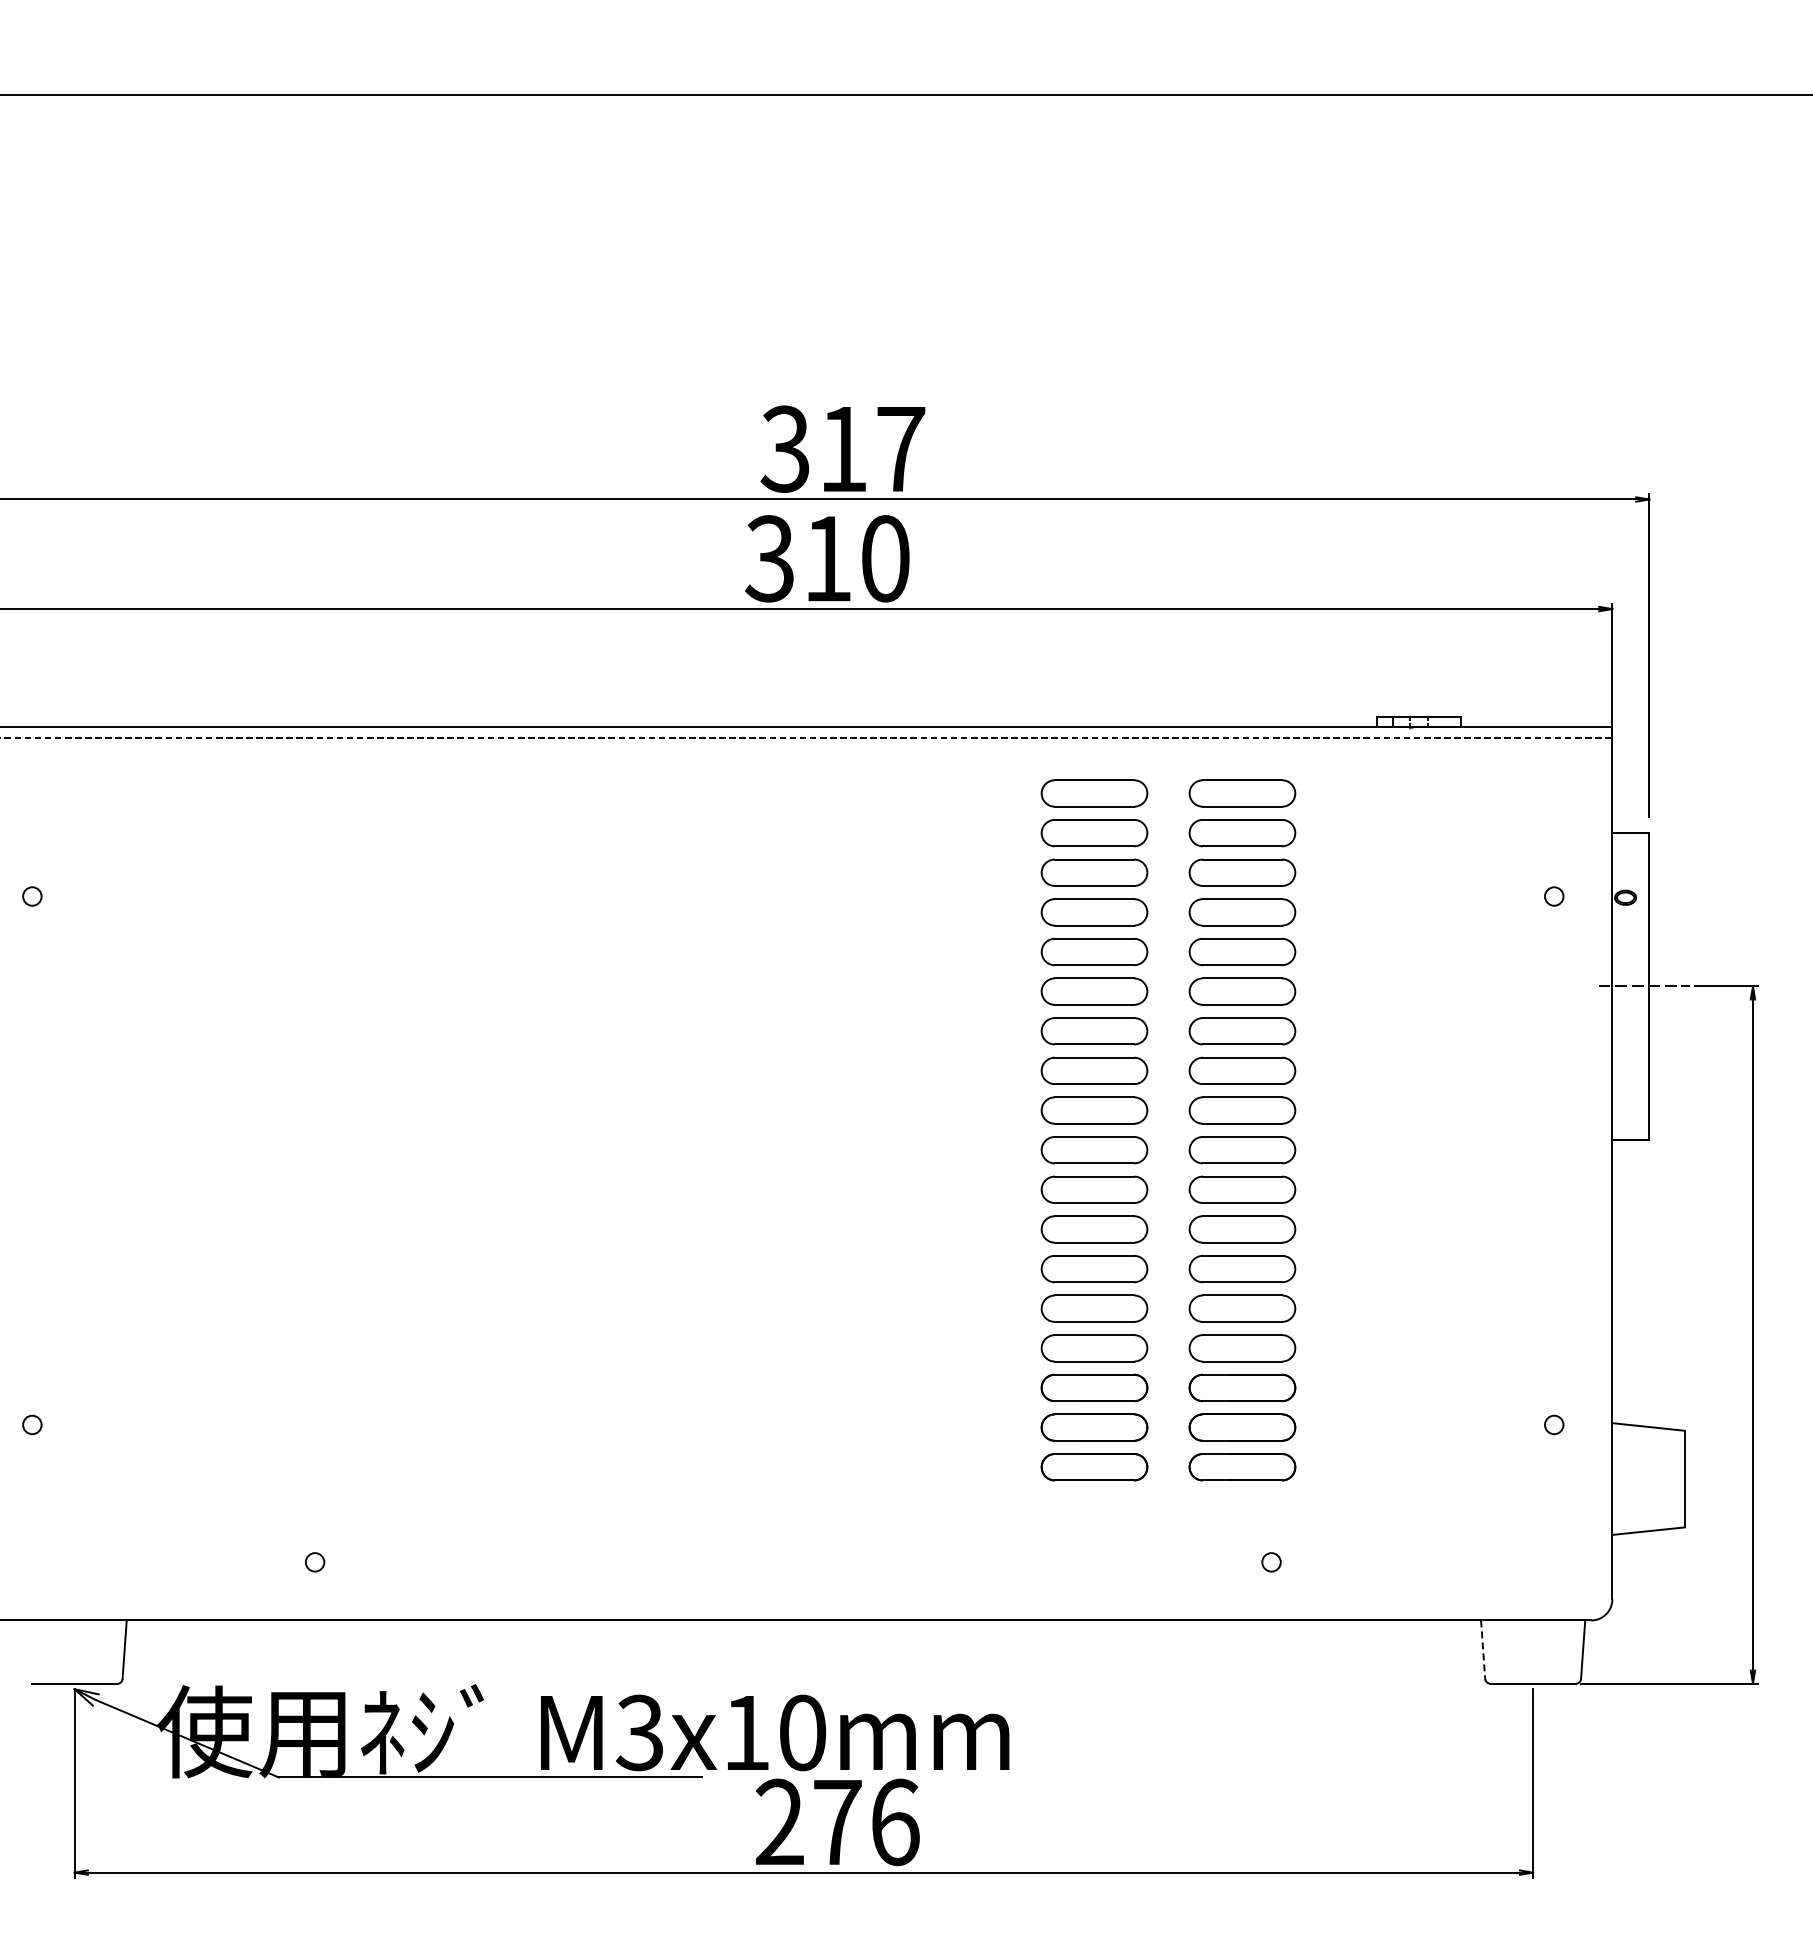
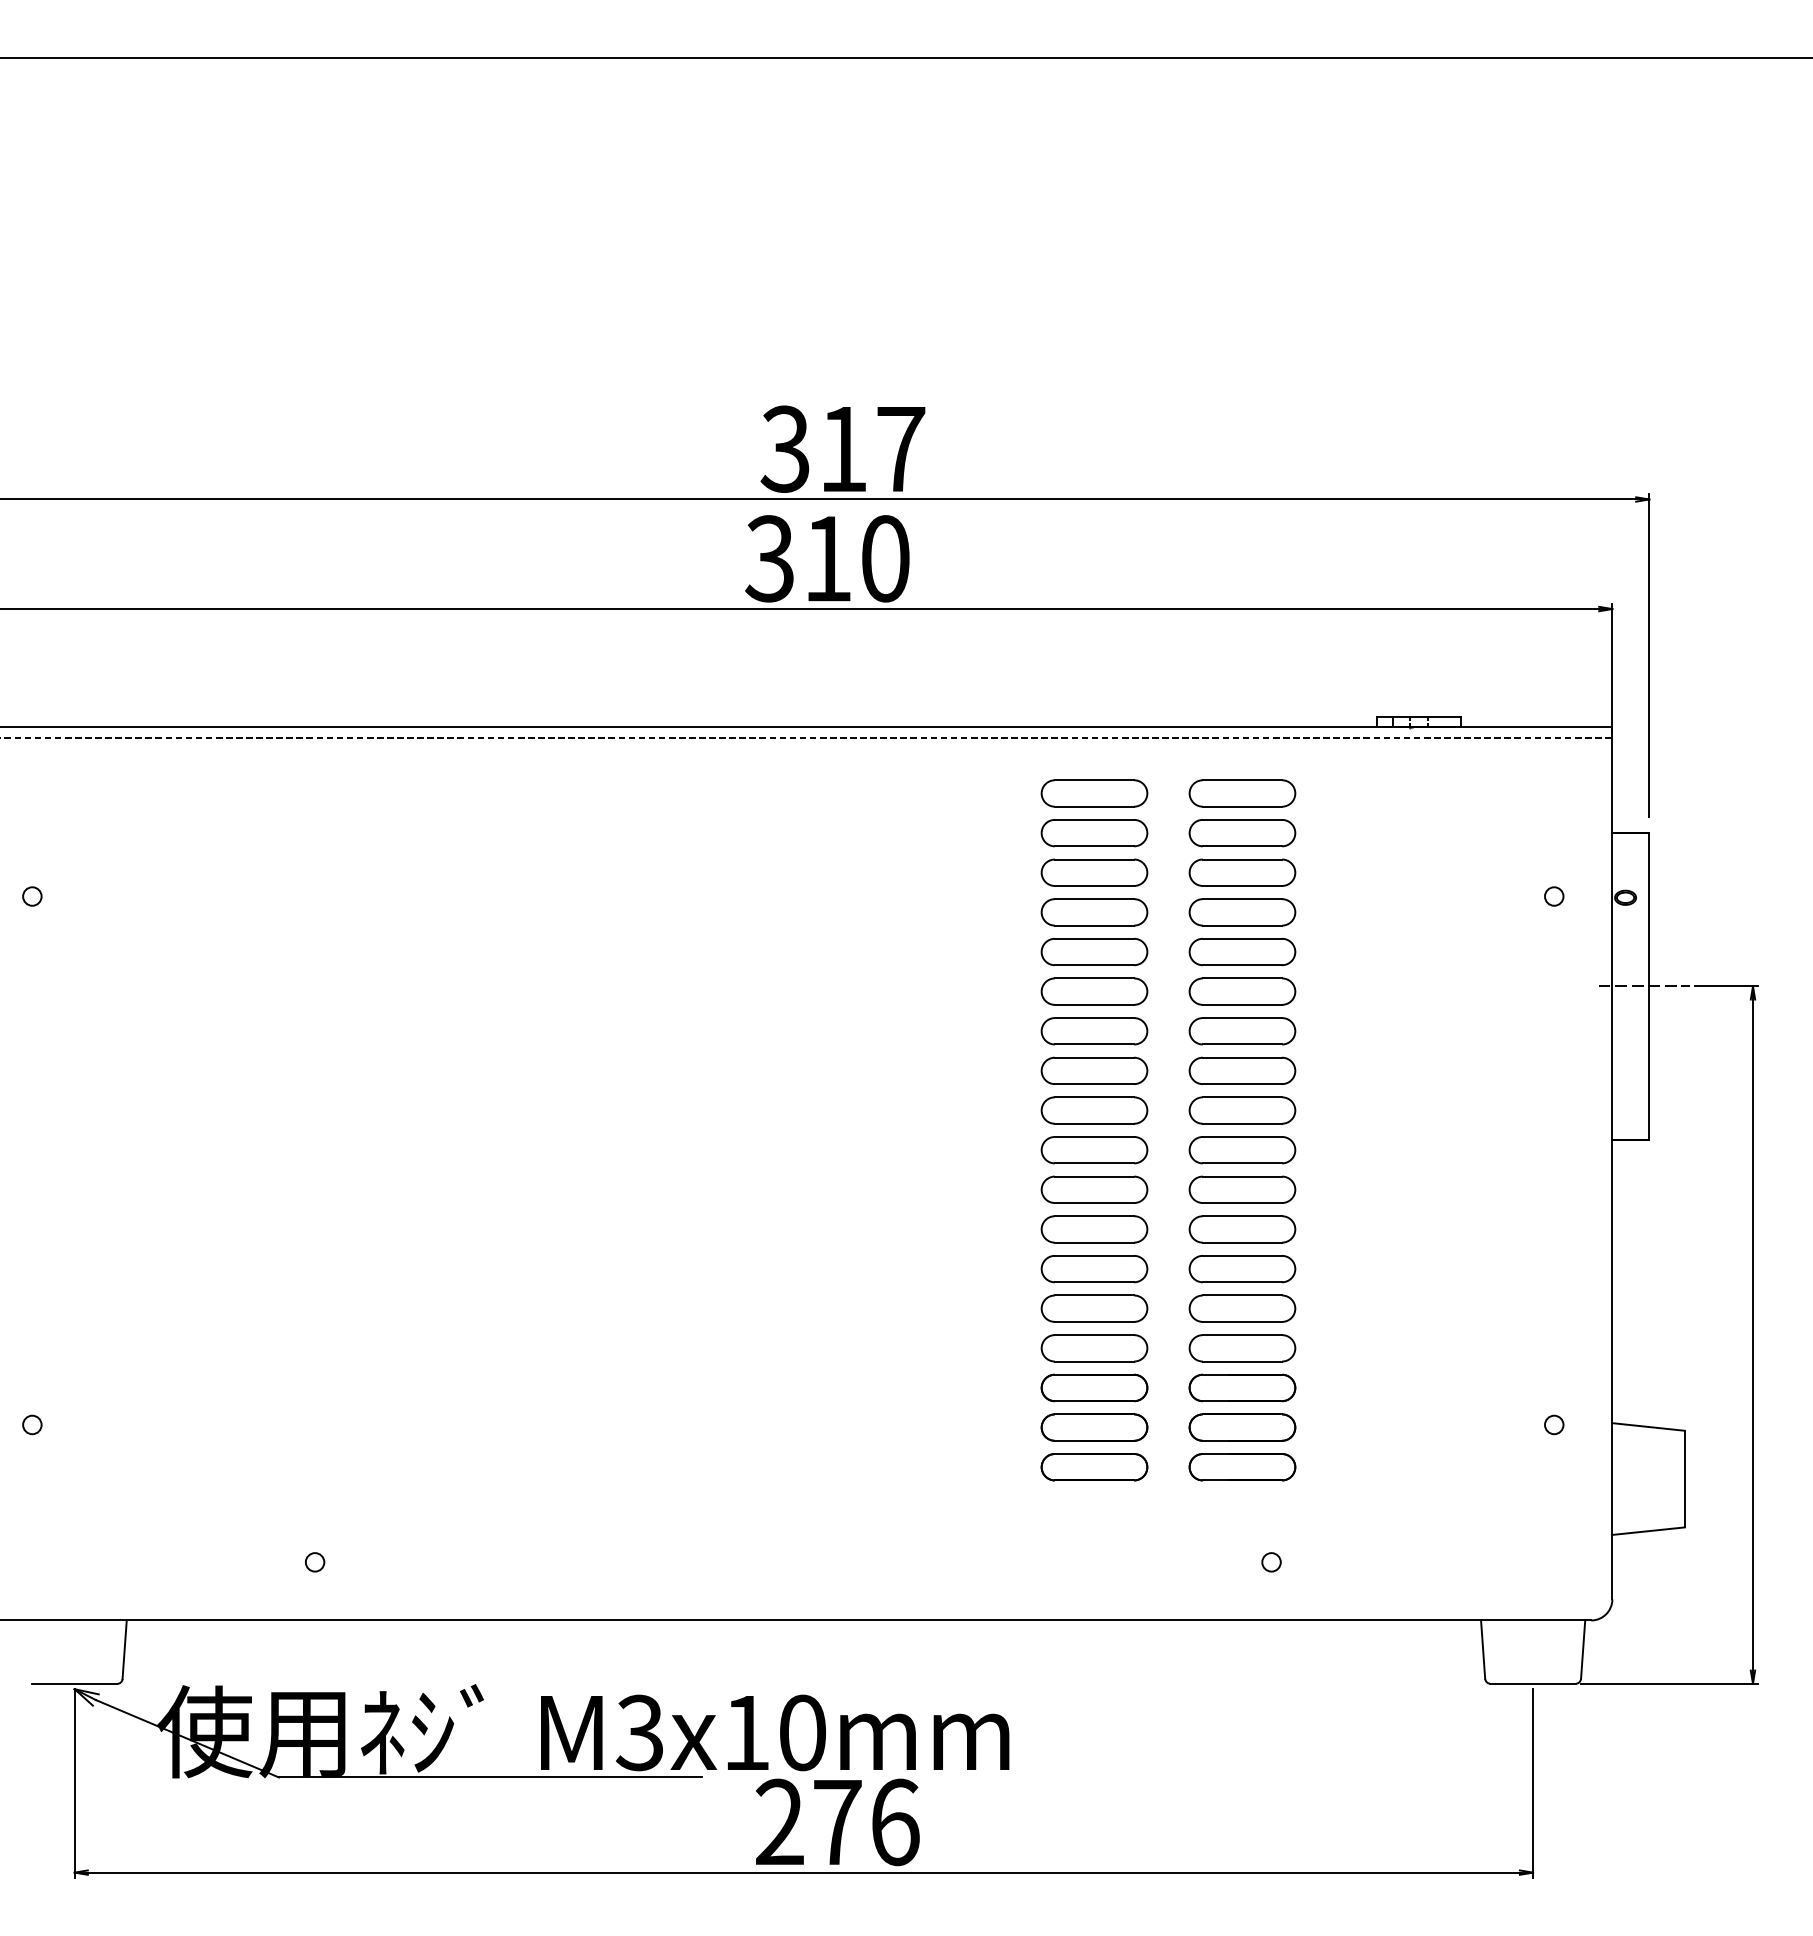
line at (905, 95) position: (905, 95) -> (905, 58)
line at (1483, 1650): dashed -> solid
